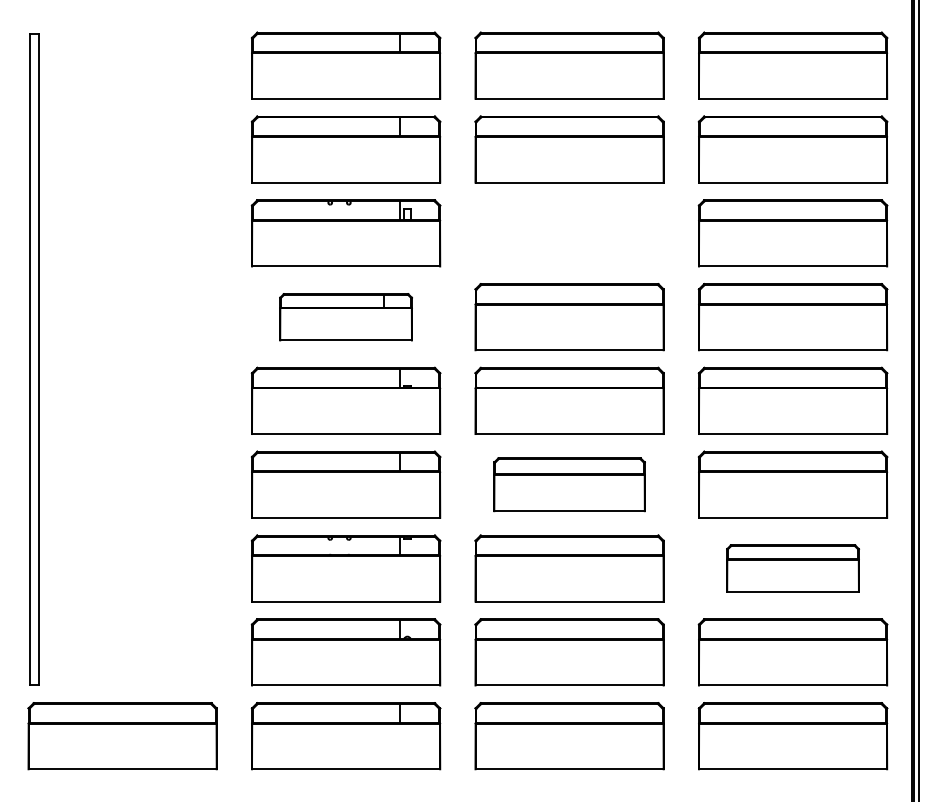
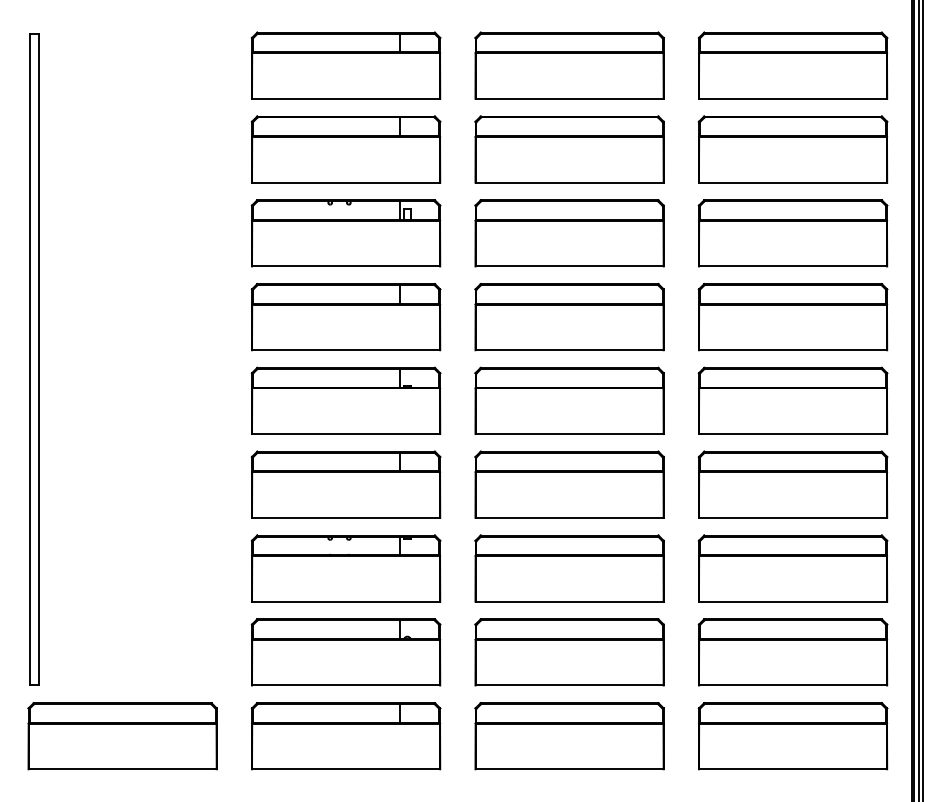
part at (569, 233): none -> present
part at (345, 317) size: 134x49 px -> 192x69 px
line at (923, 400): none -> present
part at (569, 484) size: 153x56 px -> 191x69 px
part at (792, 568) size: 134x49 px -> 192x69 px
